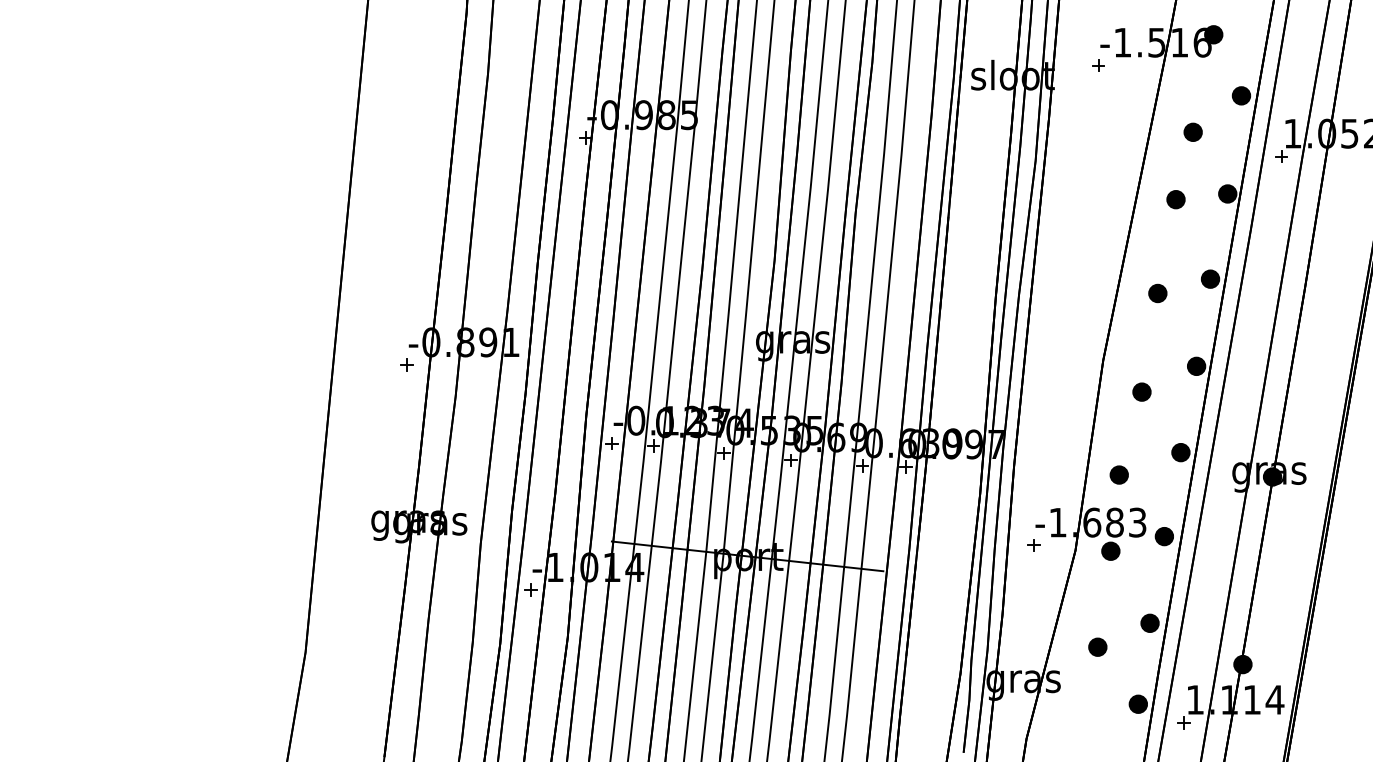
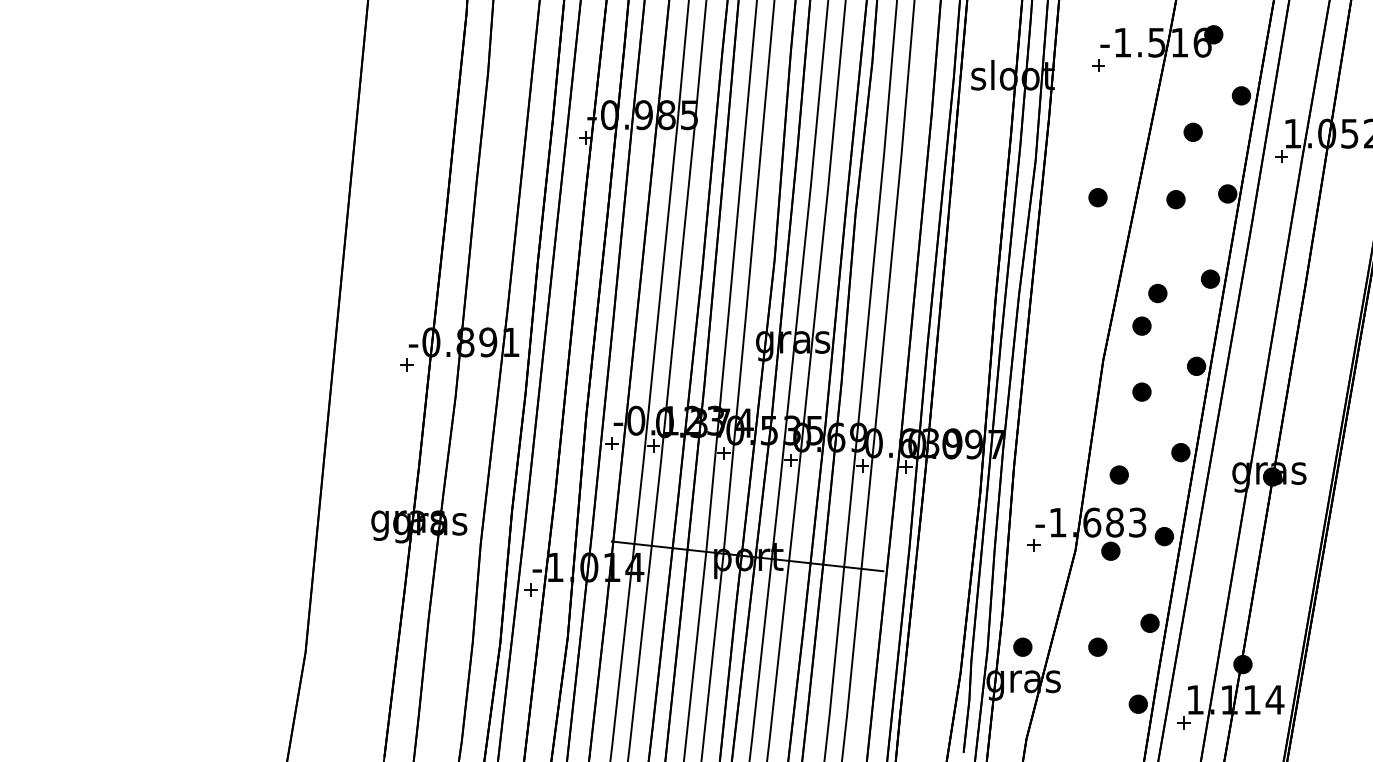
part at (1097, 197): none -> present
part at (1141, 325): none -> present
part at (1022, 646): none -> present
